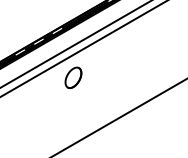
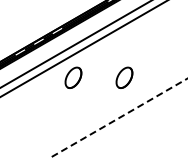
part at (124, 77): none -> present
line at (119, 118): solid -> dashed
